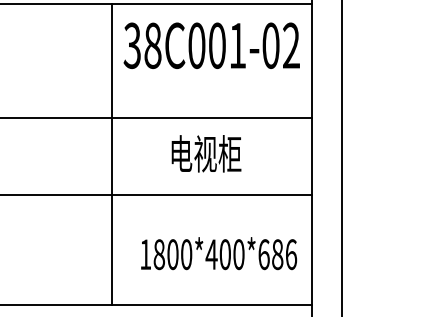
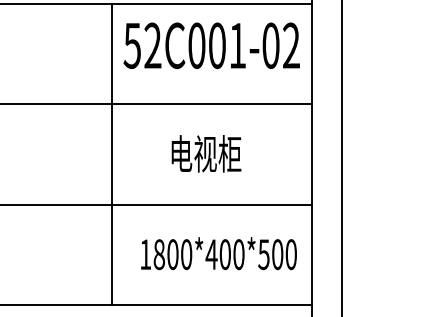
text at (142, 45): 38C001-02 -> 52C001-02
line at (156, 118) position: (156, 118) -> (156, 104)
line at (156, 194) position: (156, 194) -> (156, 204)
text at (277, 254): 1800*400*686 -> 1800*400*500
